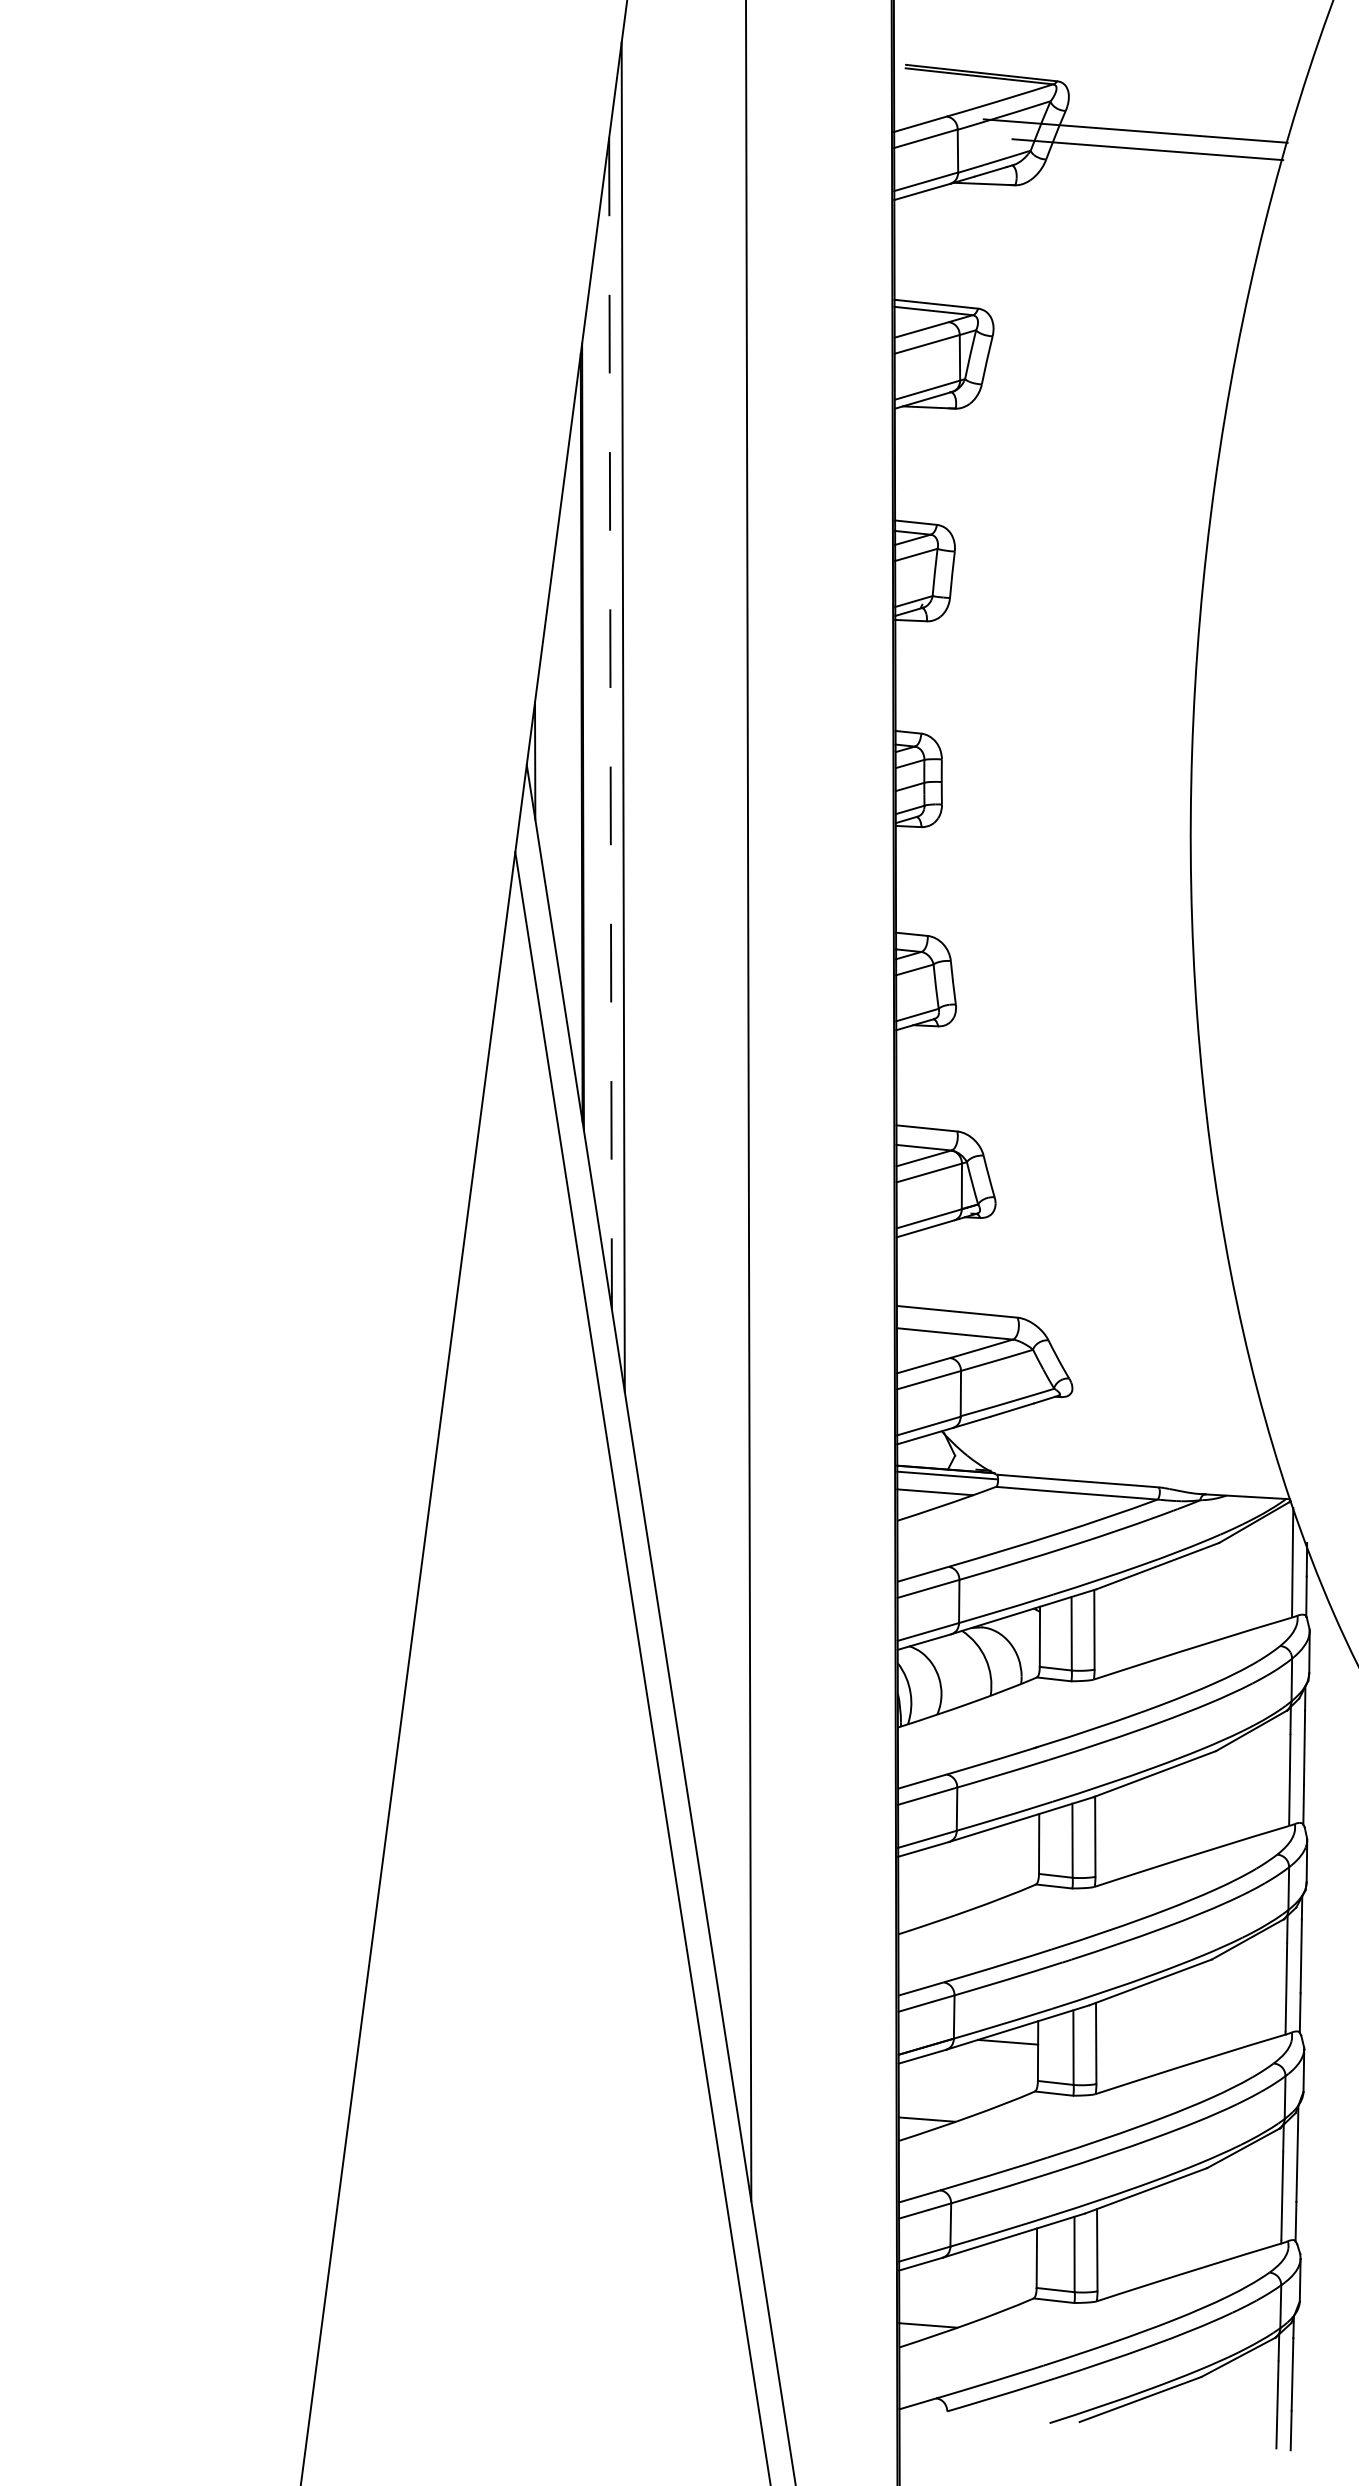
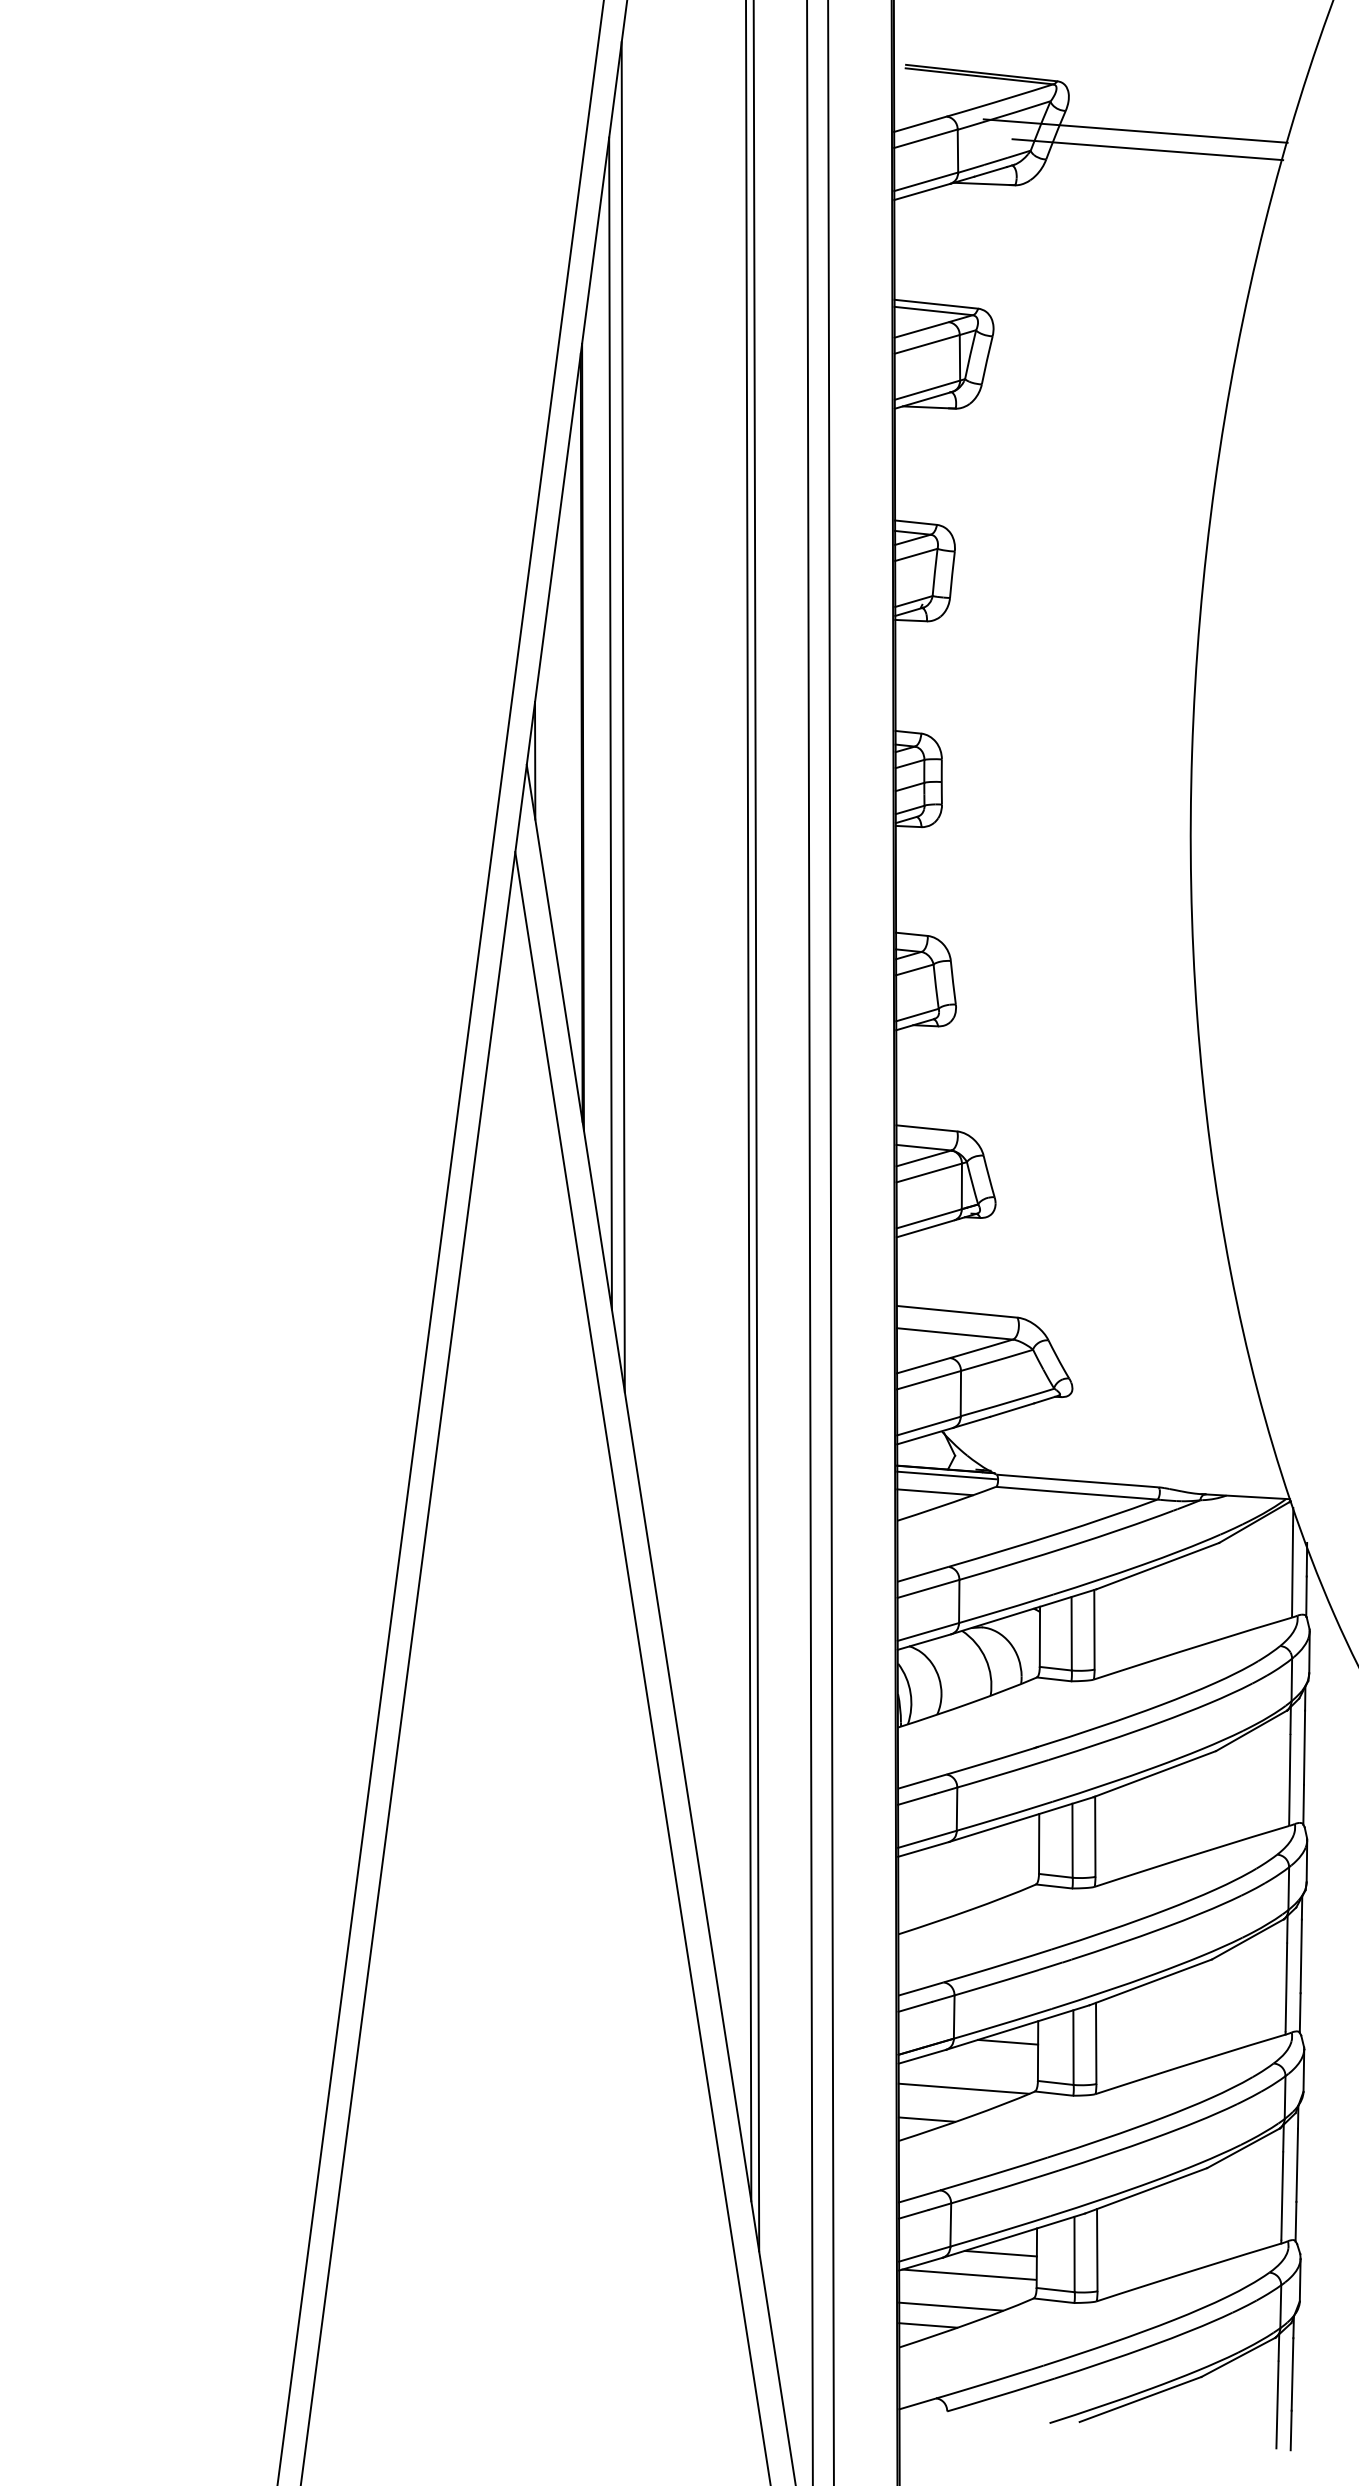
line at (610, 723): dashed -> solid
line at (756, 1126): none -> present
line at (440, 1242): none -> present
line at (809, 1242): none -> present
line at (830, 1242): none -> present
line at (963, 2088): none -> present
line at (1000, 2253): none -> present
line at (968, 2274): none -> present
line at (950, 2306): none -> present
